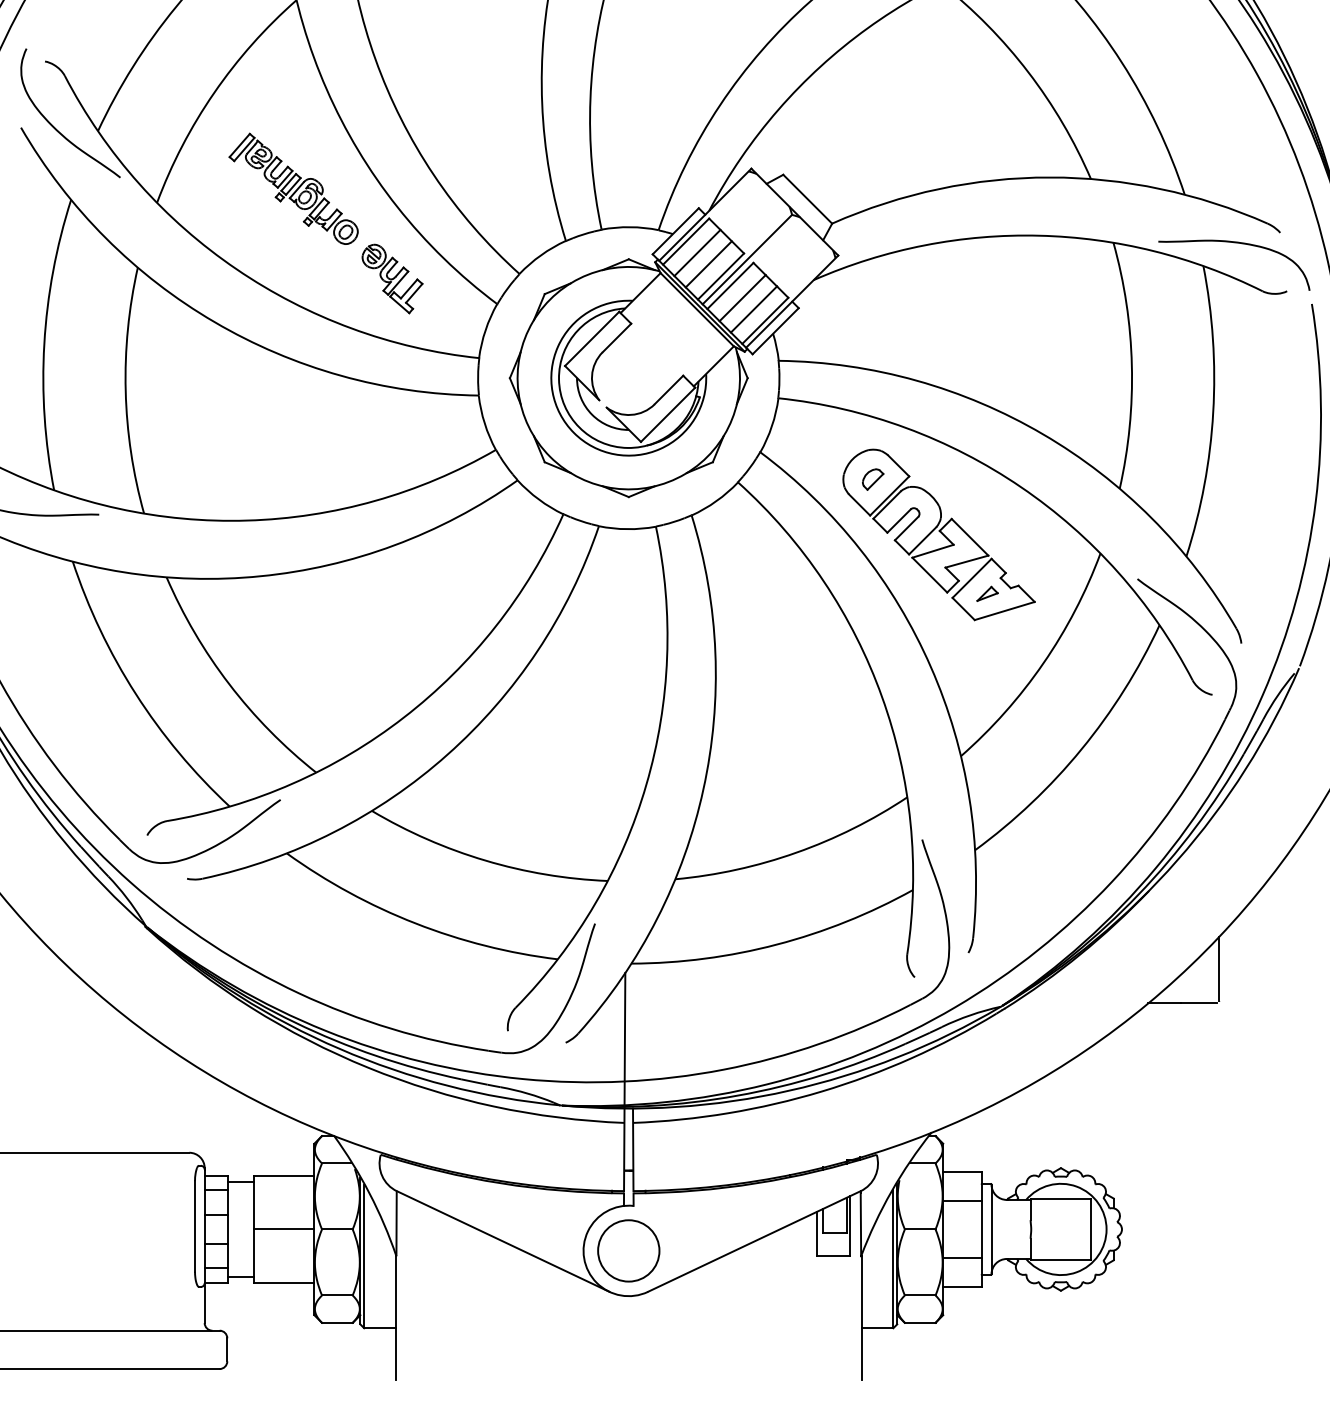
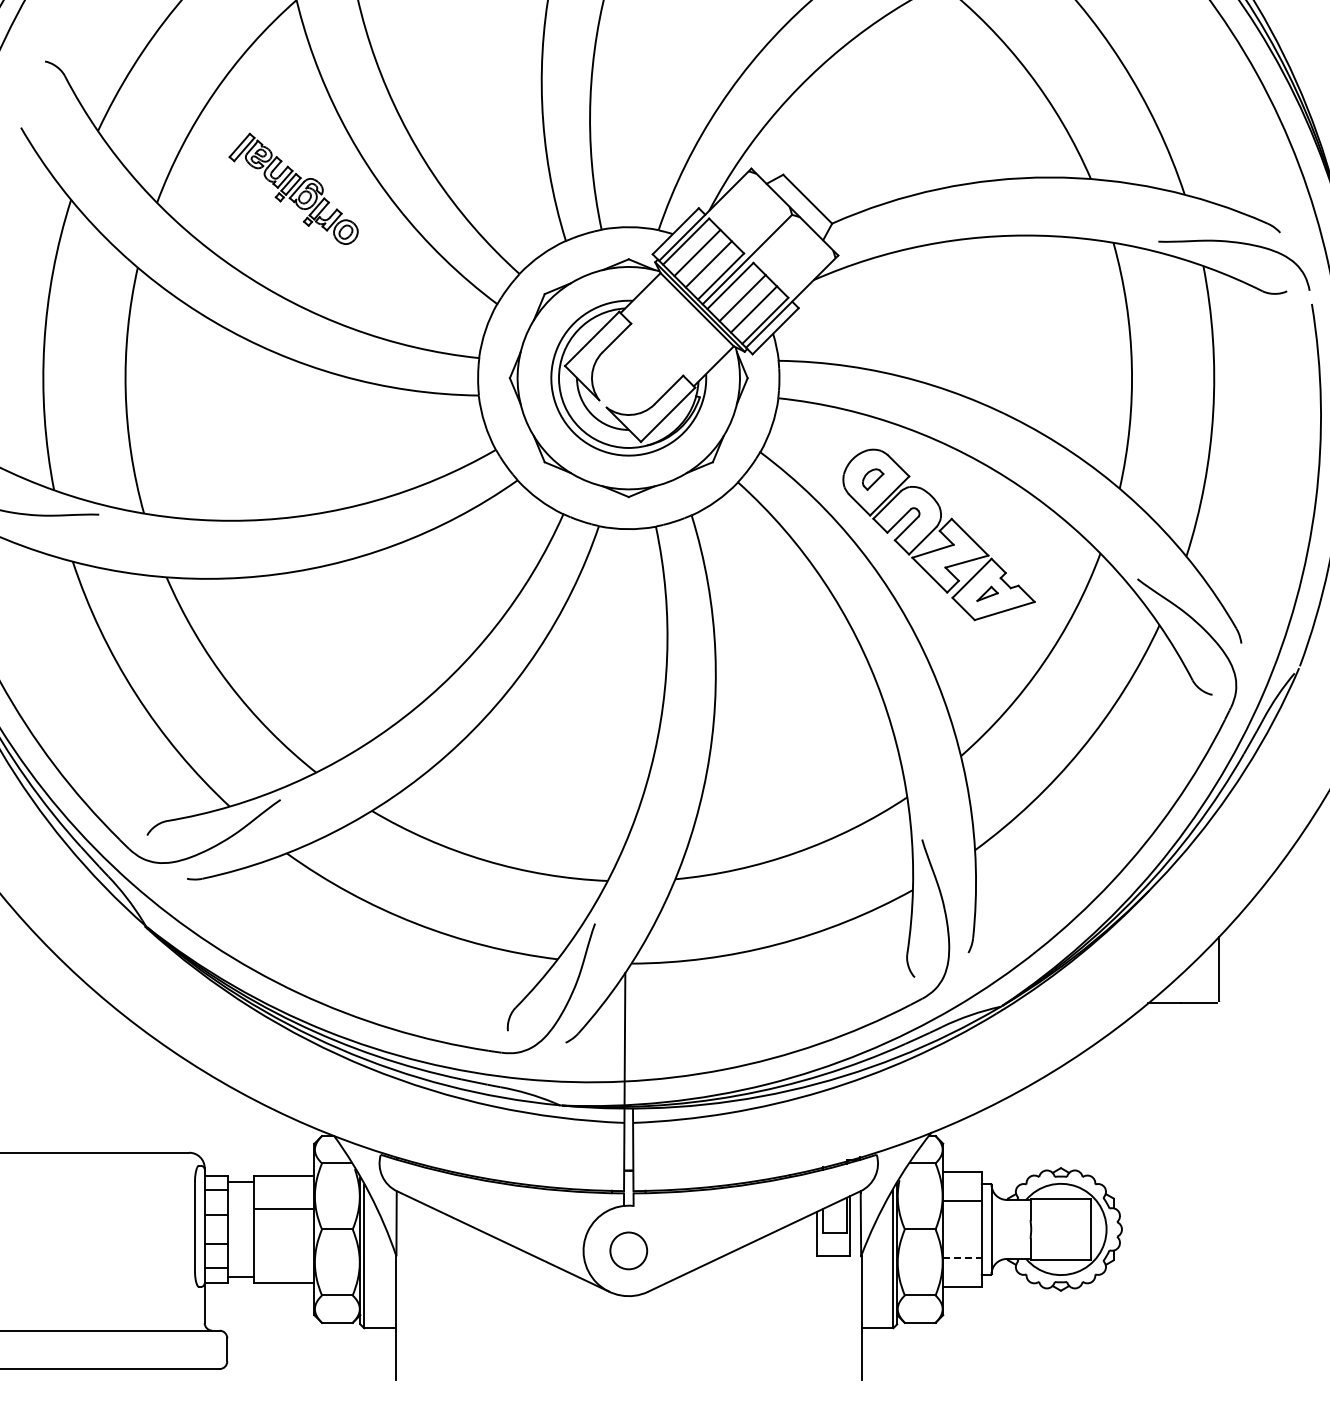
curve at (55, 127): present -> none
part at (392, 278): present -> none
line at (284, 1229) position: (284, 1229) -> (284, 1209)
circle at (628, 1250) diameter: 61 px -> 37 px
line at (962, 1258): solid -> dashed
